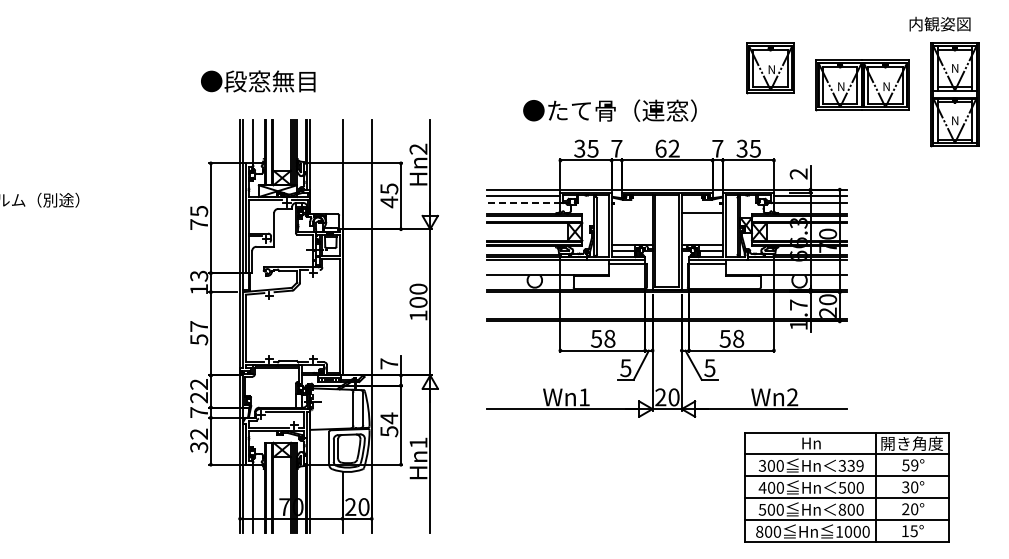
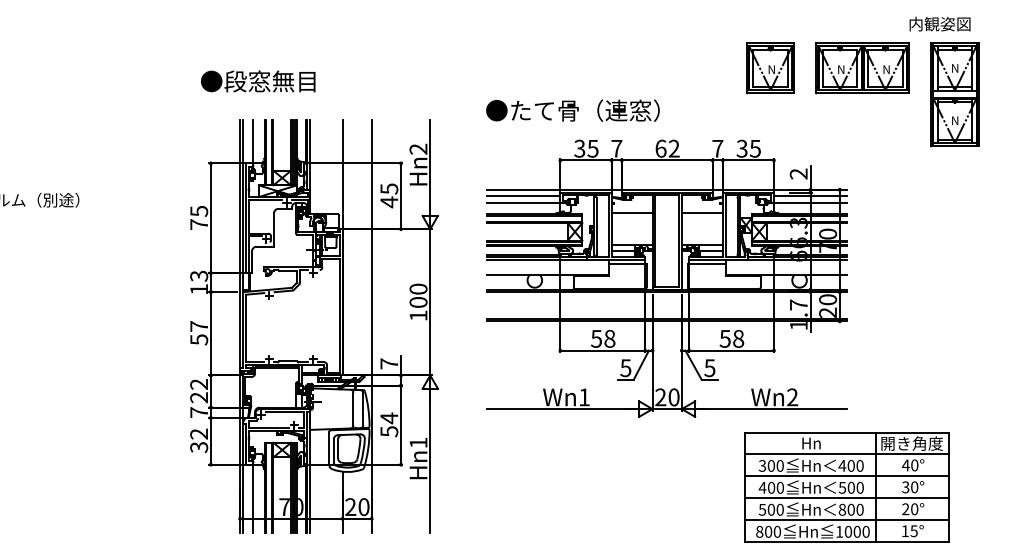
part at (862, 85) position: (862, 85) -> (862, 68)
text at (609, 110) position: (609, 110) -> (572, 110)
line at (524, 202): dashed -> solid
line at (631, 213): none -> present
text at (850, 465): 339 -> 400
text at (909, 465): 59° -> 40°
